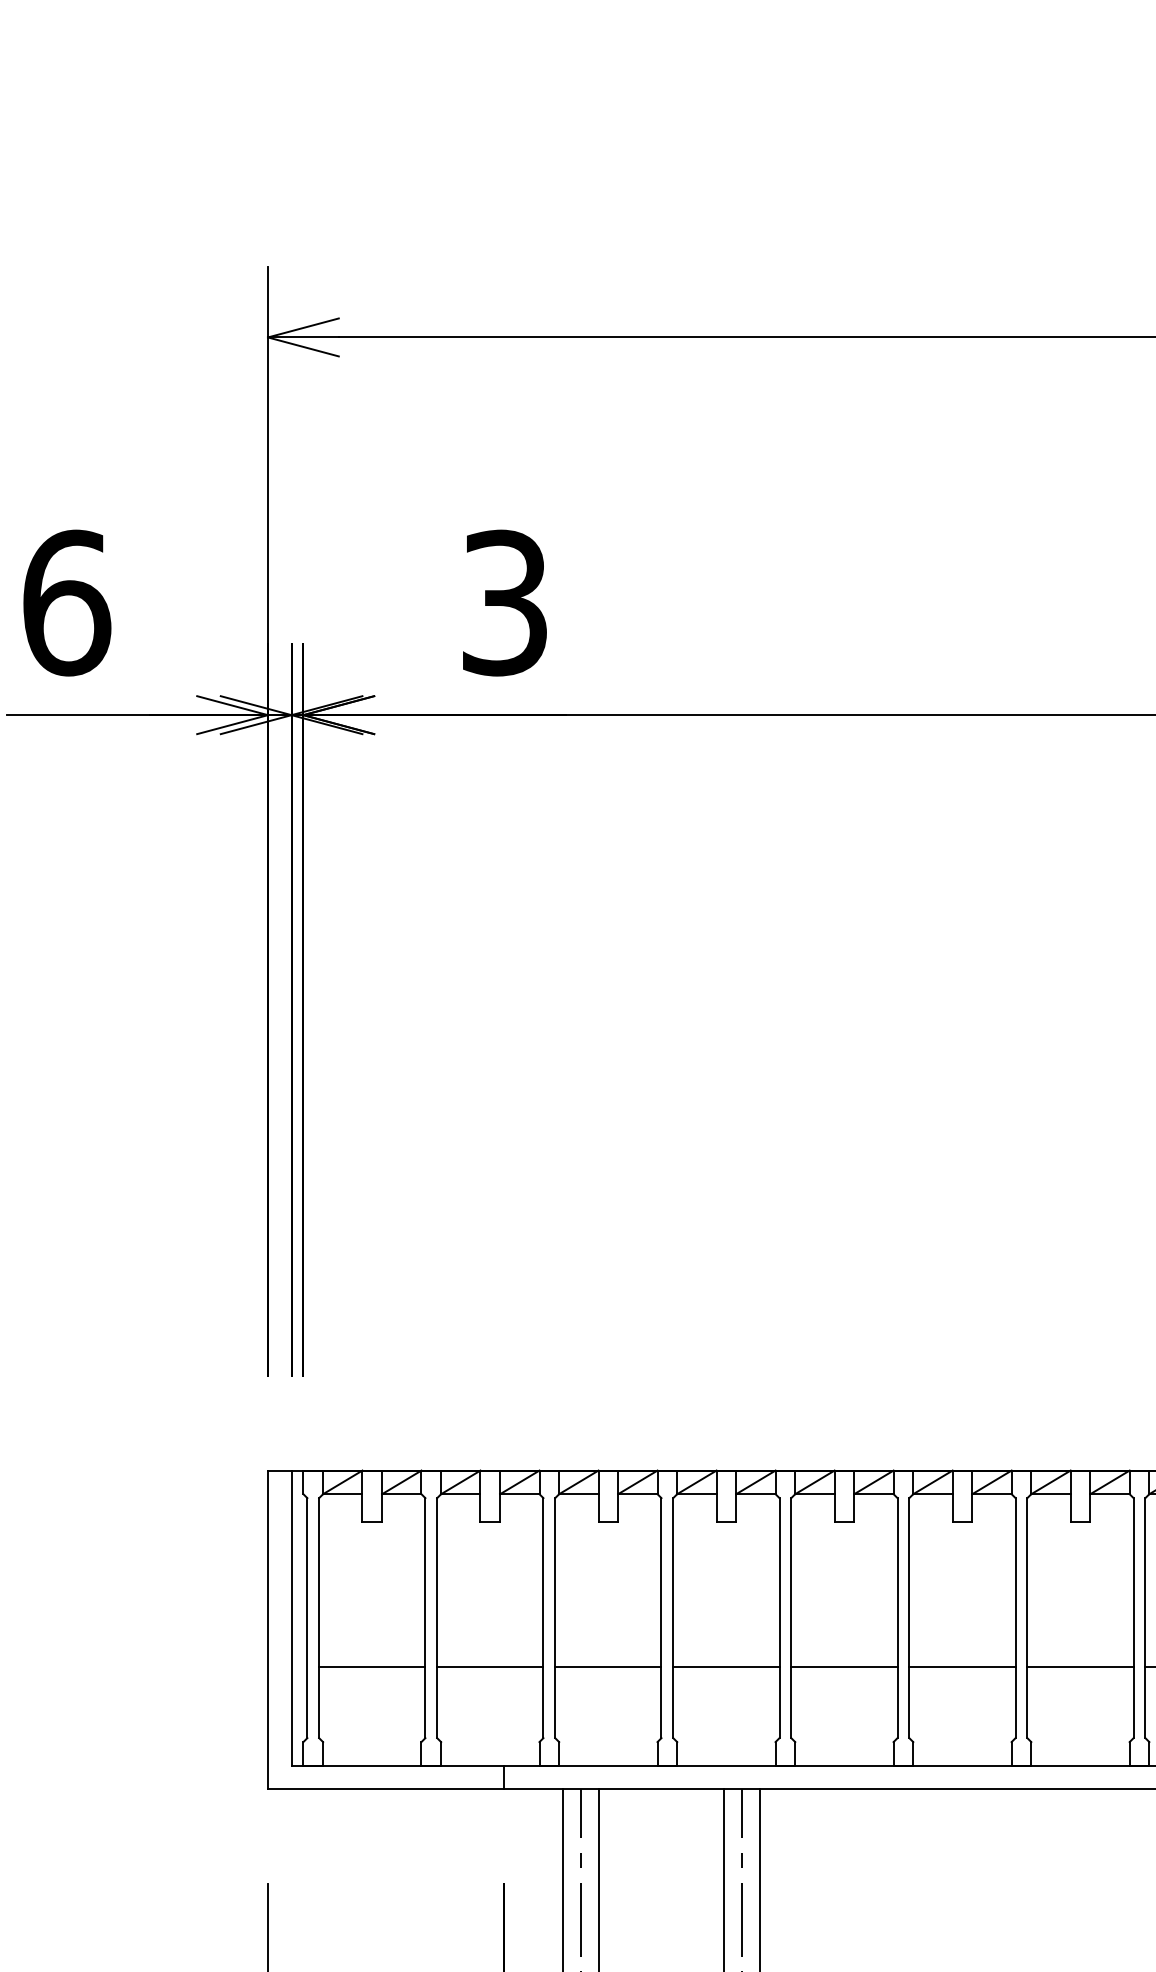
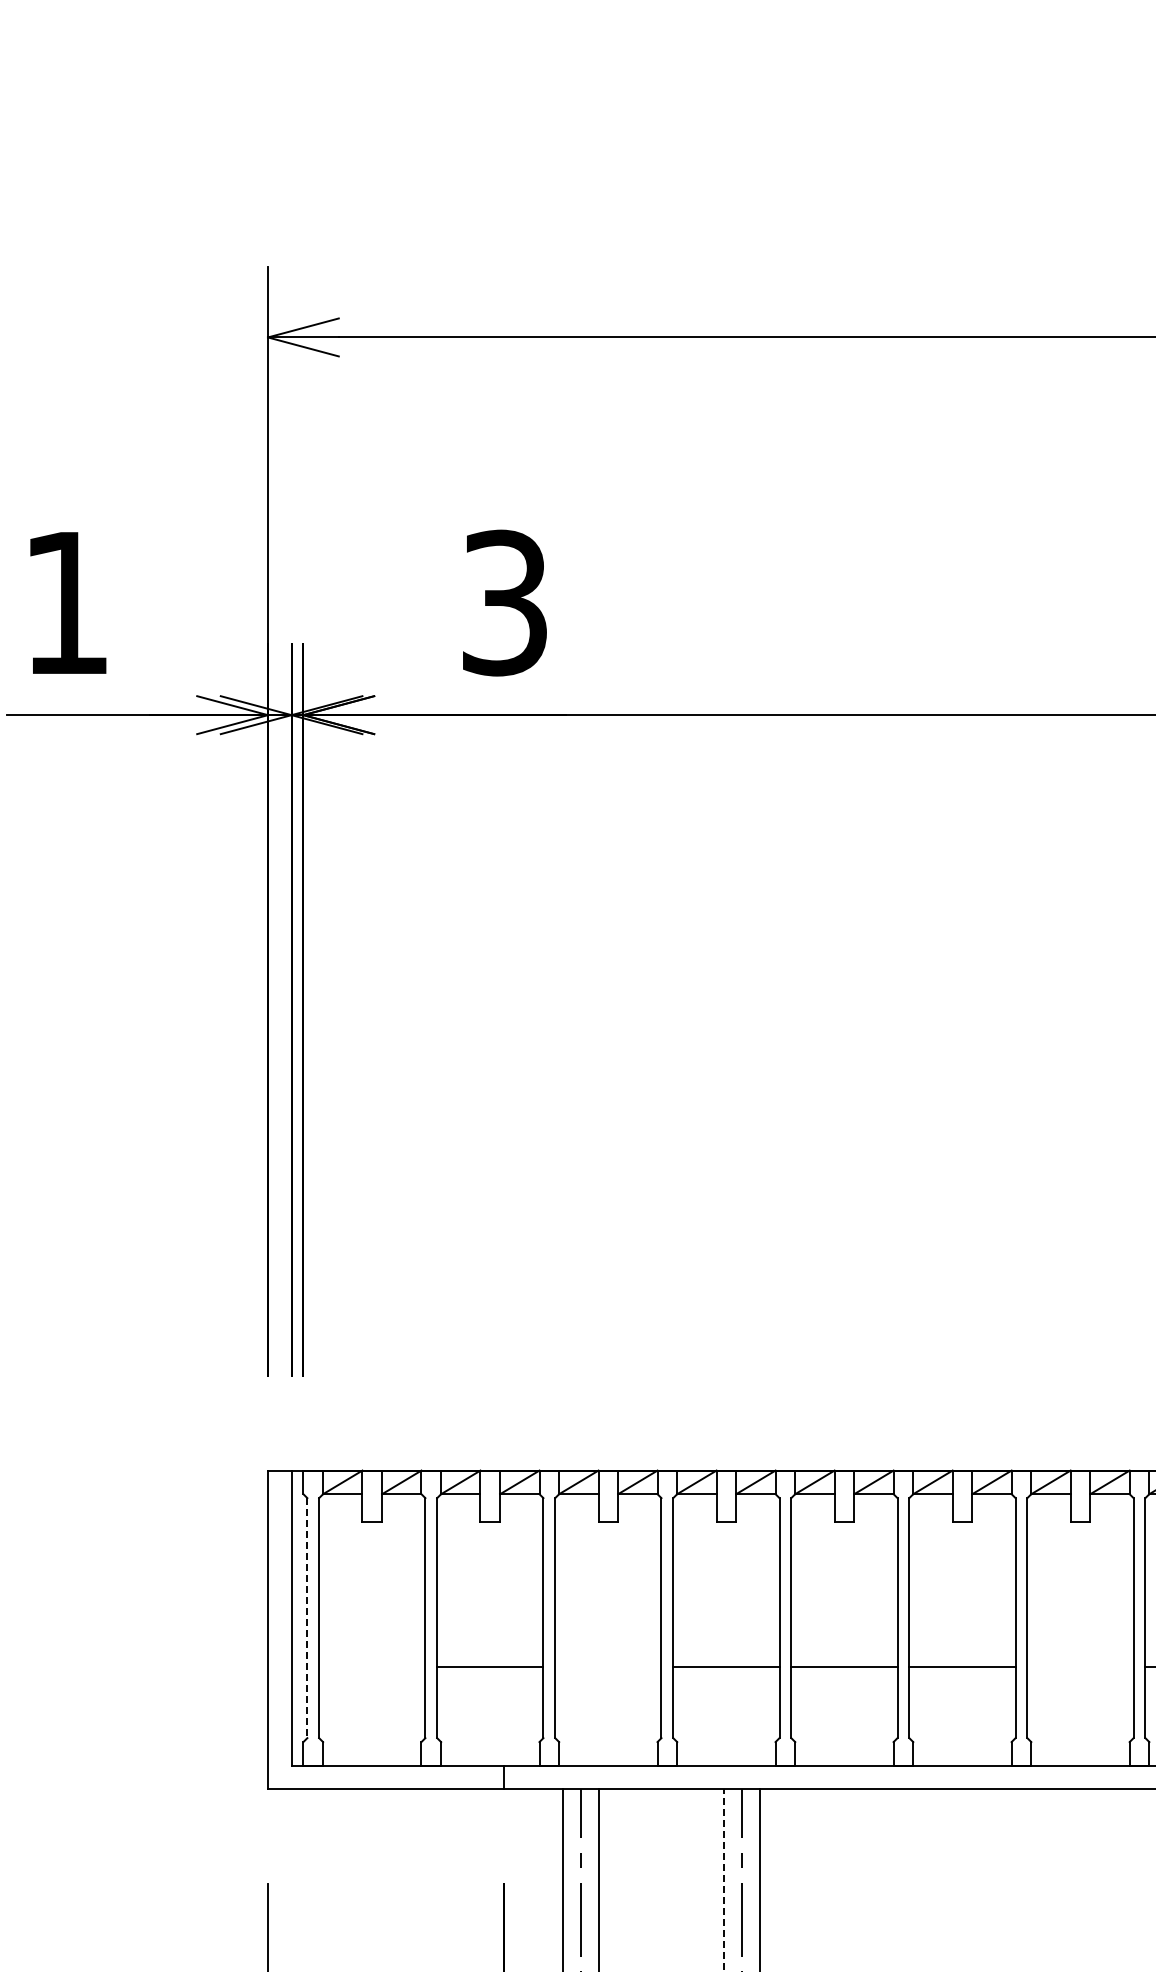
text at (67, 602): 6 -> 1
line at (307, 1618): solid -> dashed
line at (372, 1667): present -> none
line at (608, 1667): present -> none
line at (1080, 1667): present -> none
line at (724, 1880): solid -> dashed
